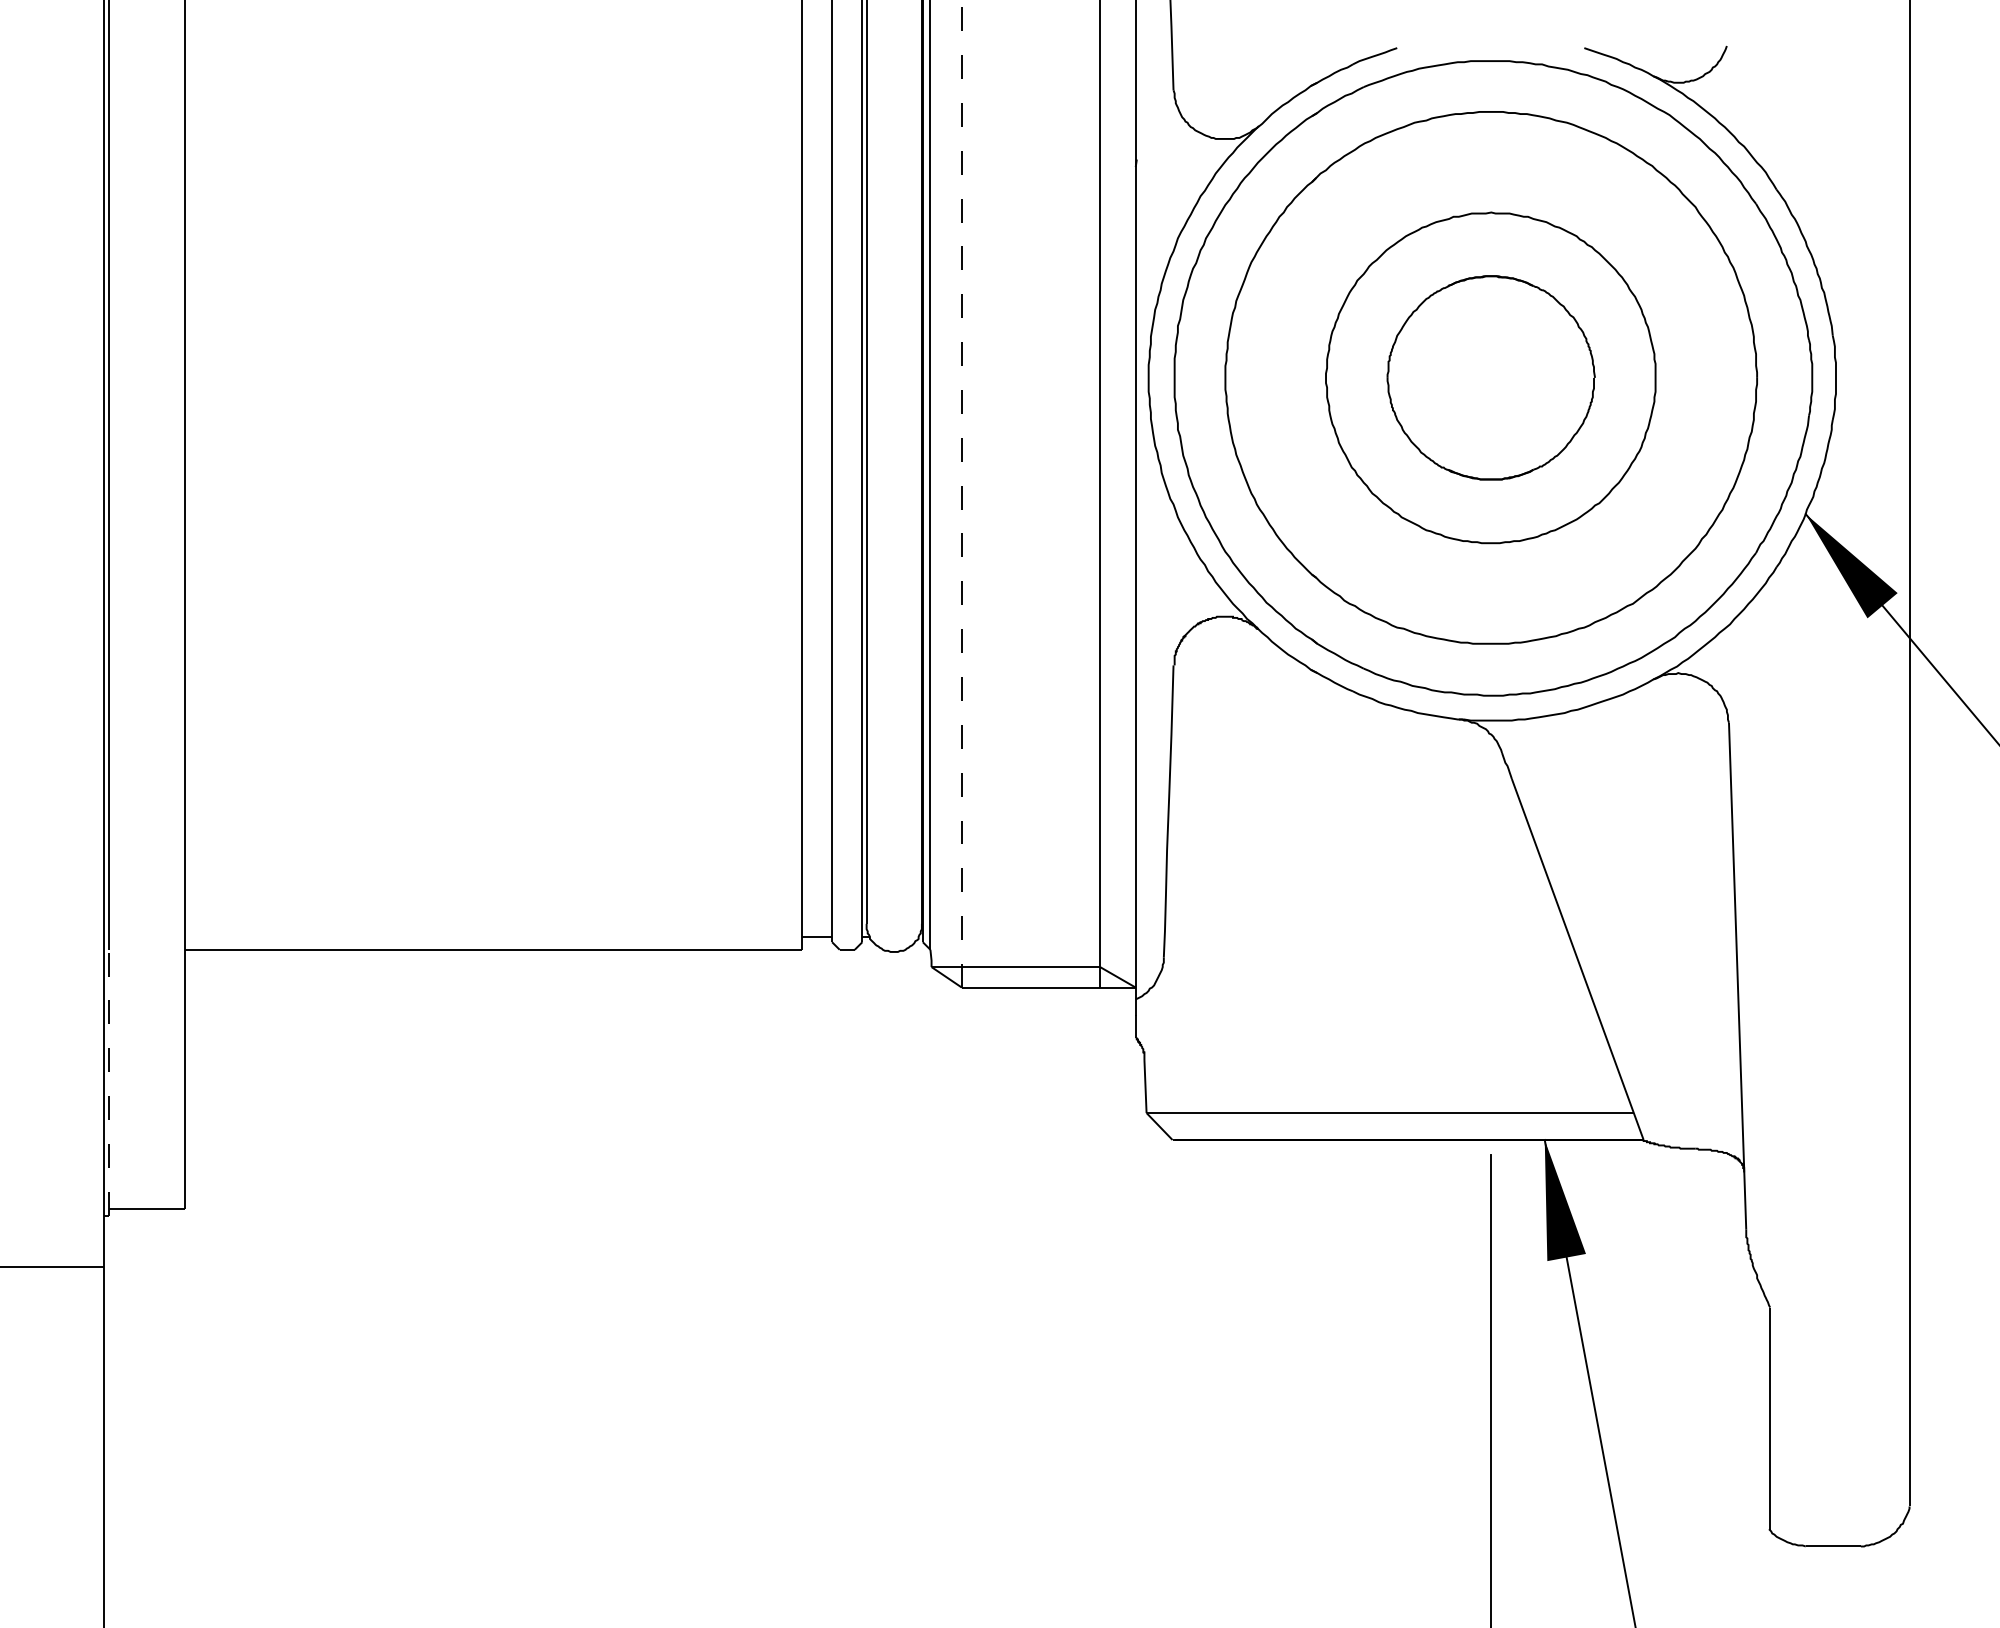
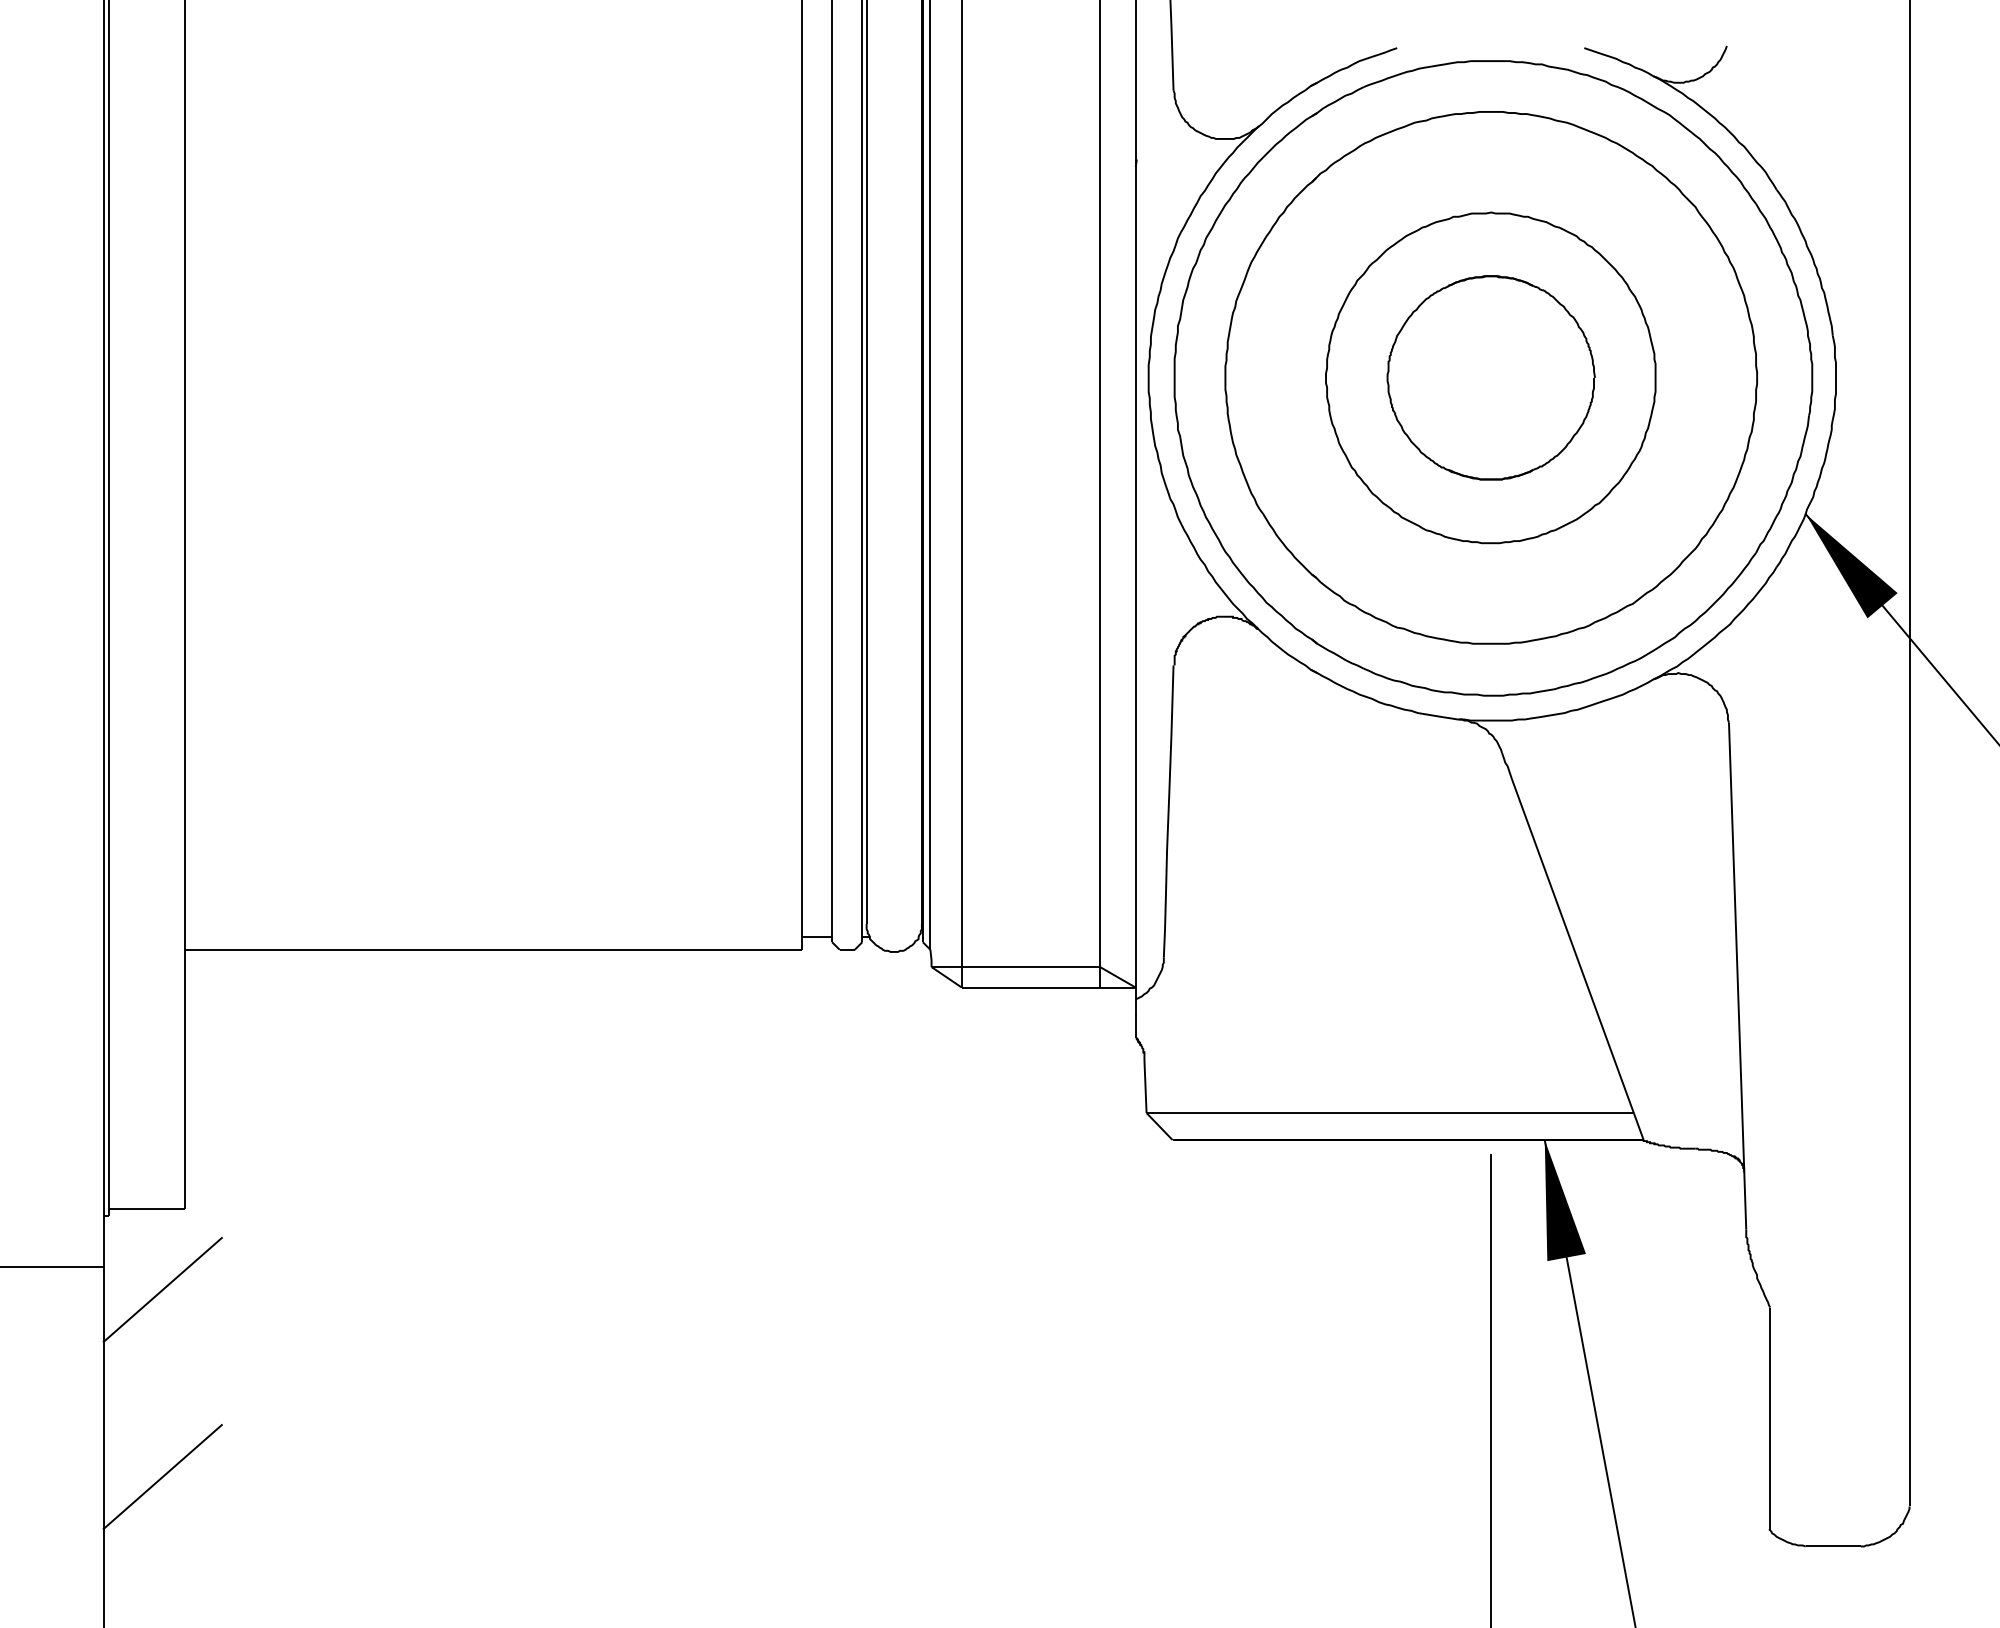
line at (961, 484): dashed -> solid
line at (109, 1082): dashed -> solid
line at (162, 1289): none -> present
line at (162, 1476): none -> present
